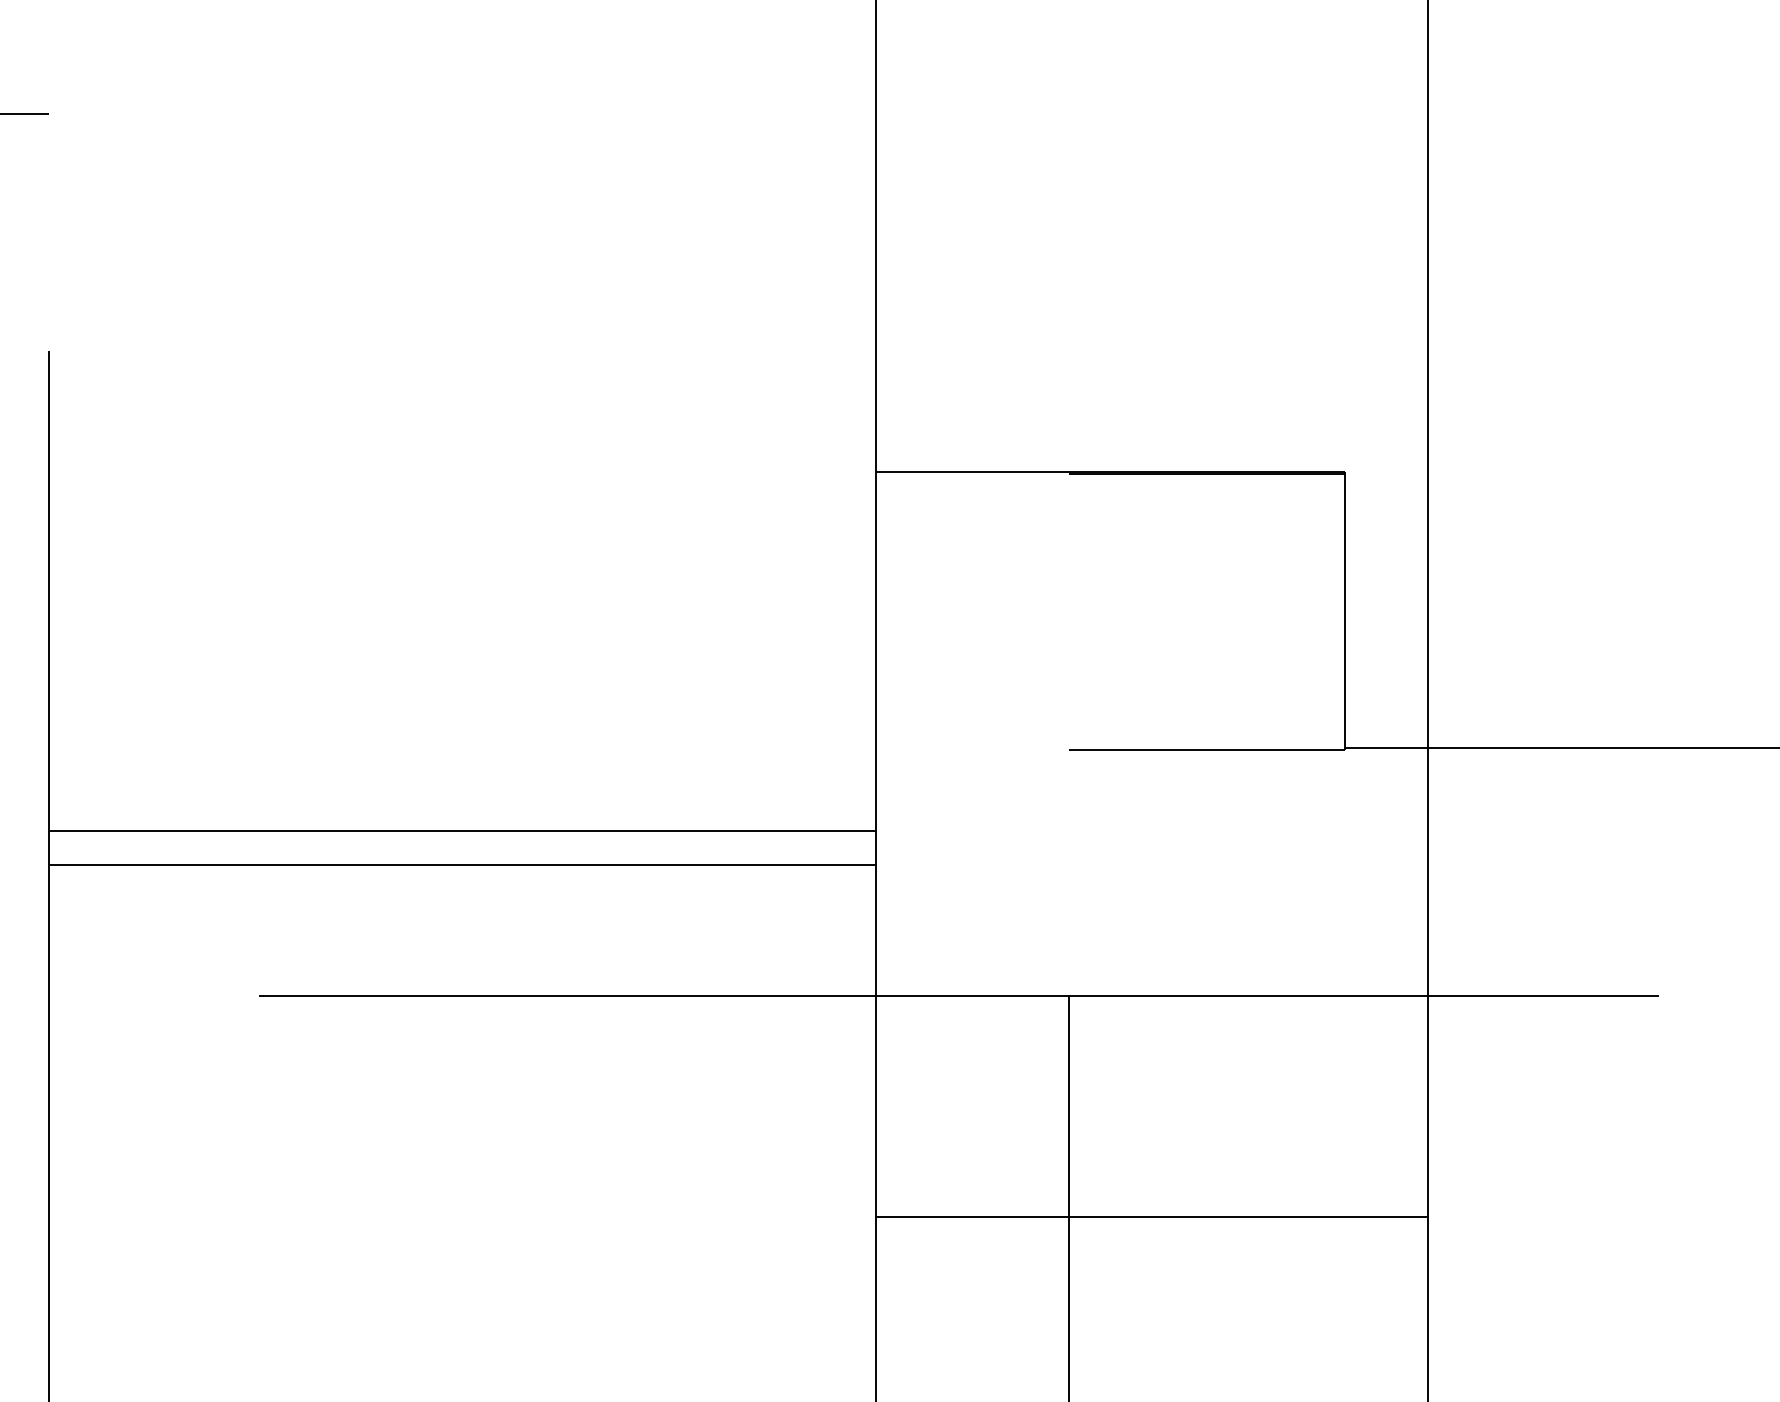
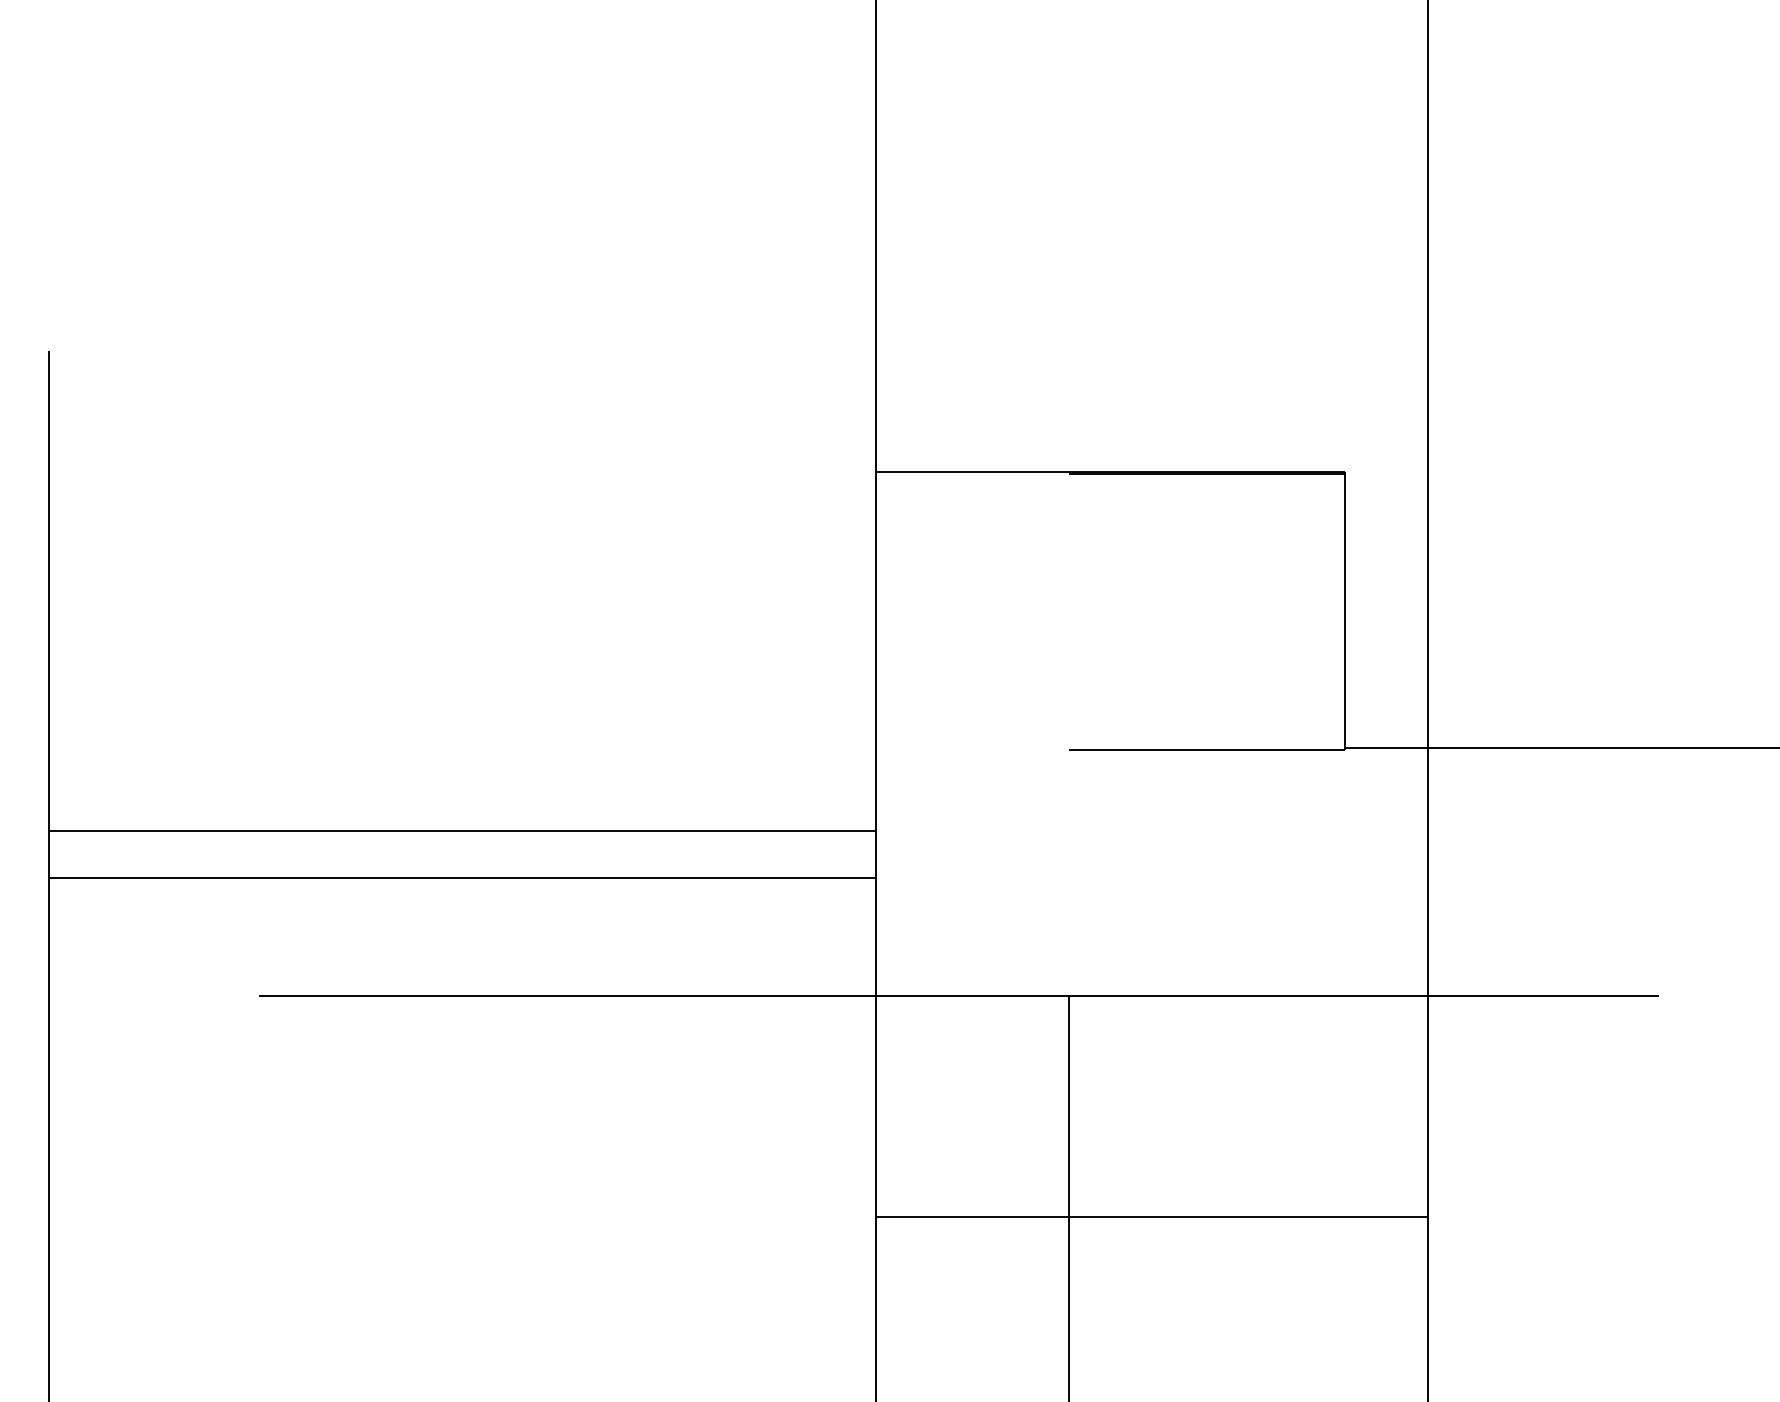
line at (25, 114): present -> none
line at (462, 865) position: (462, 865) -> (462, 878)
